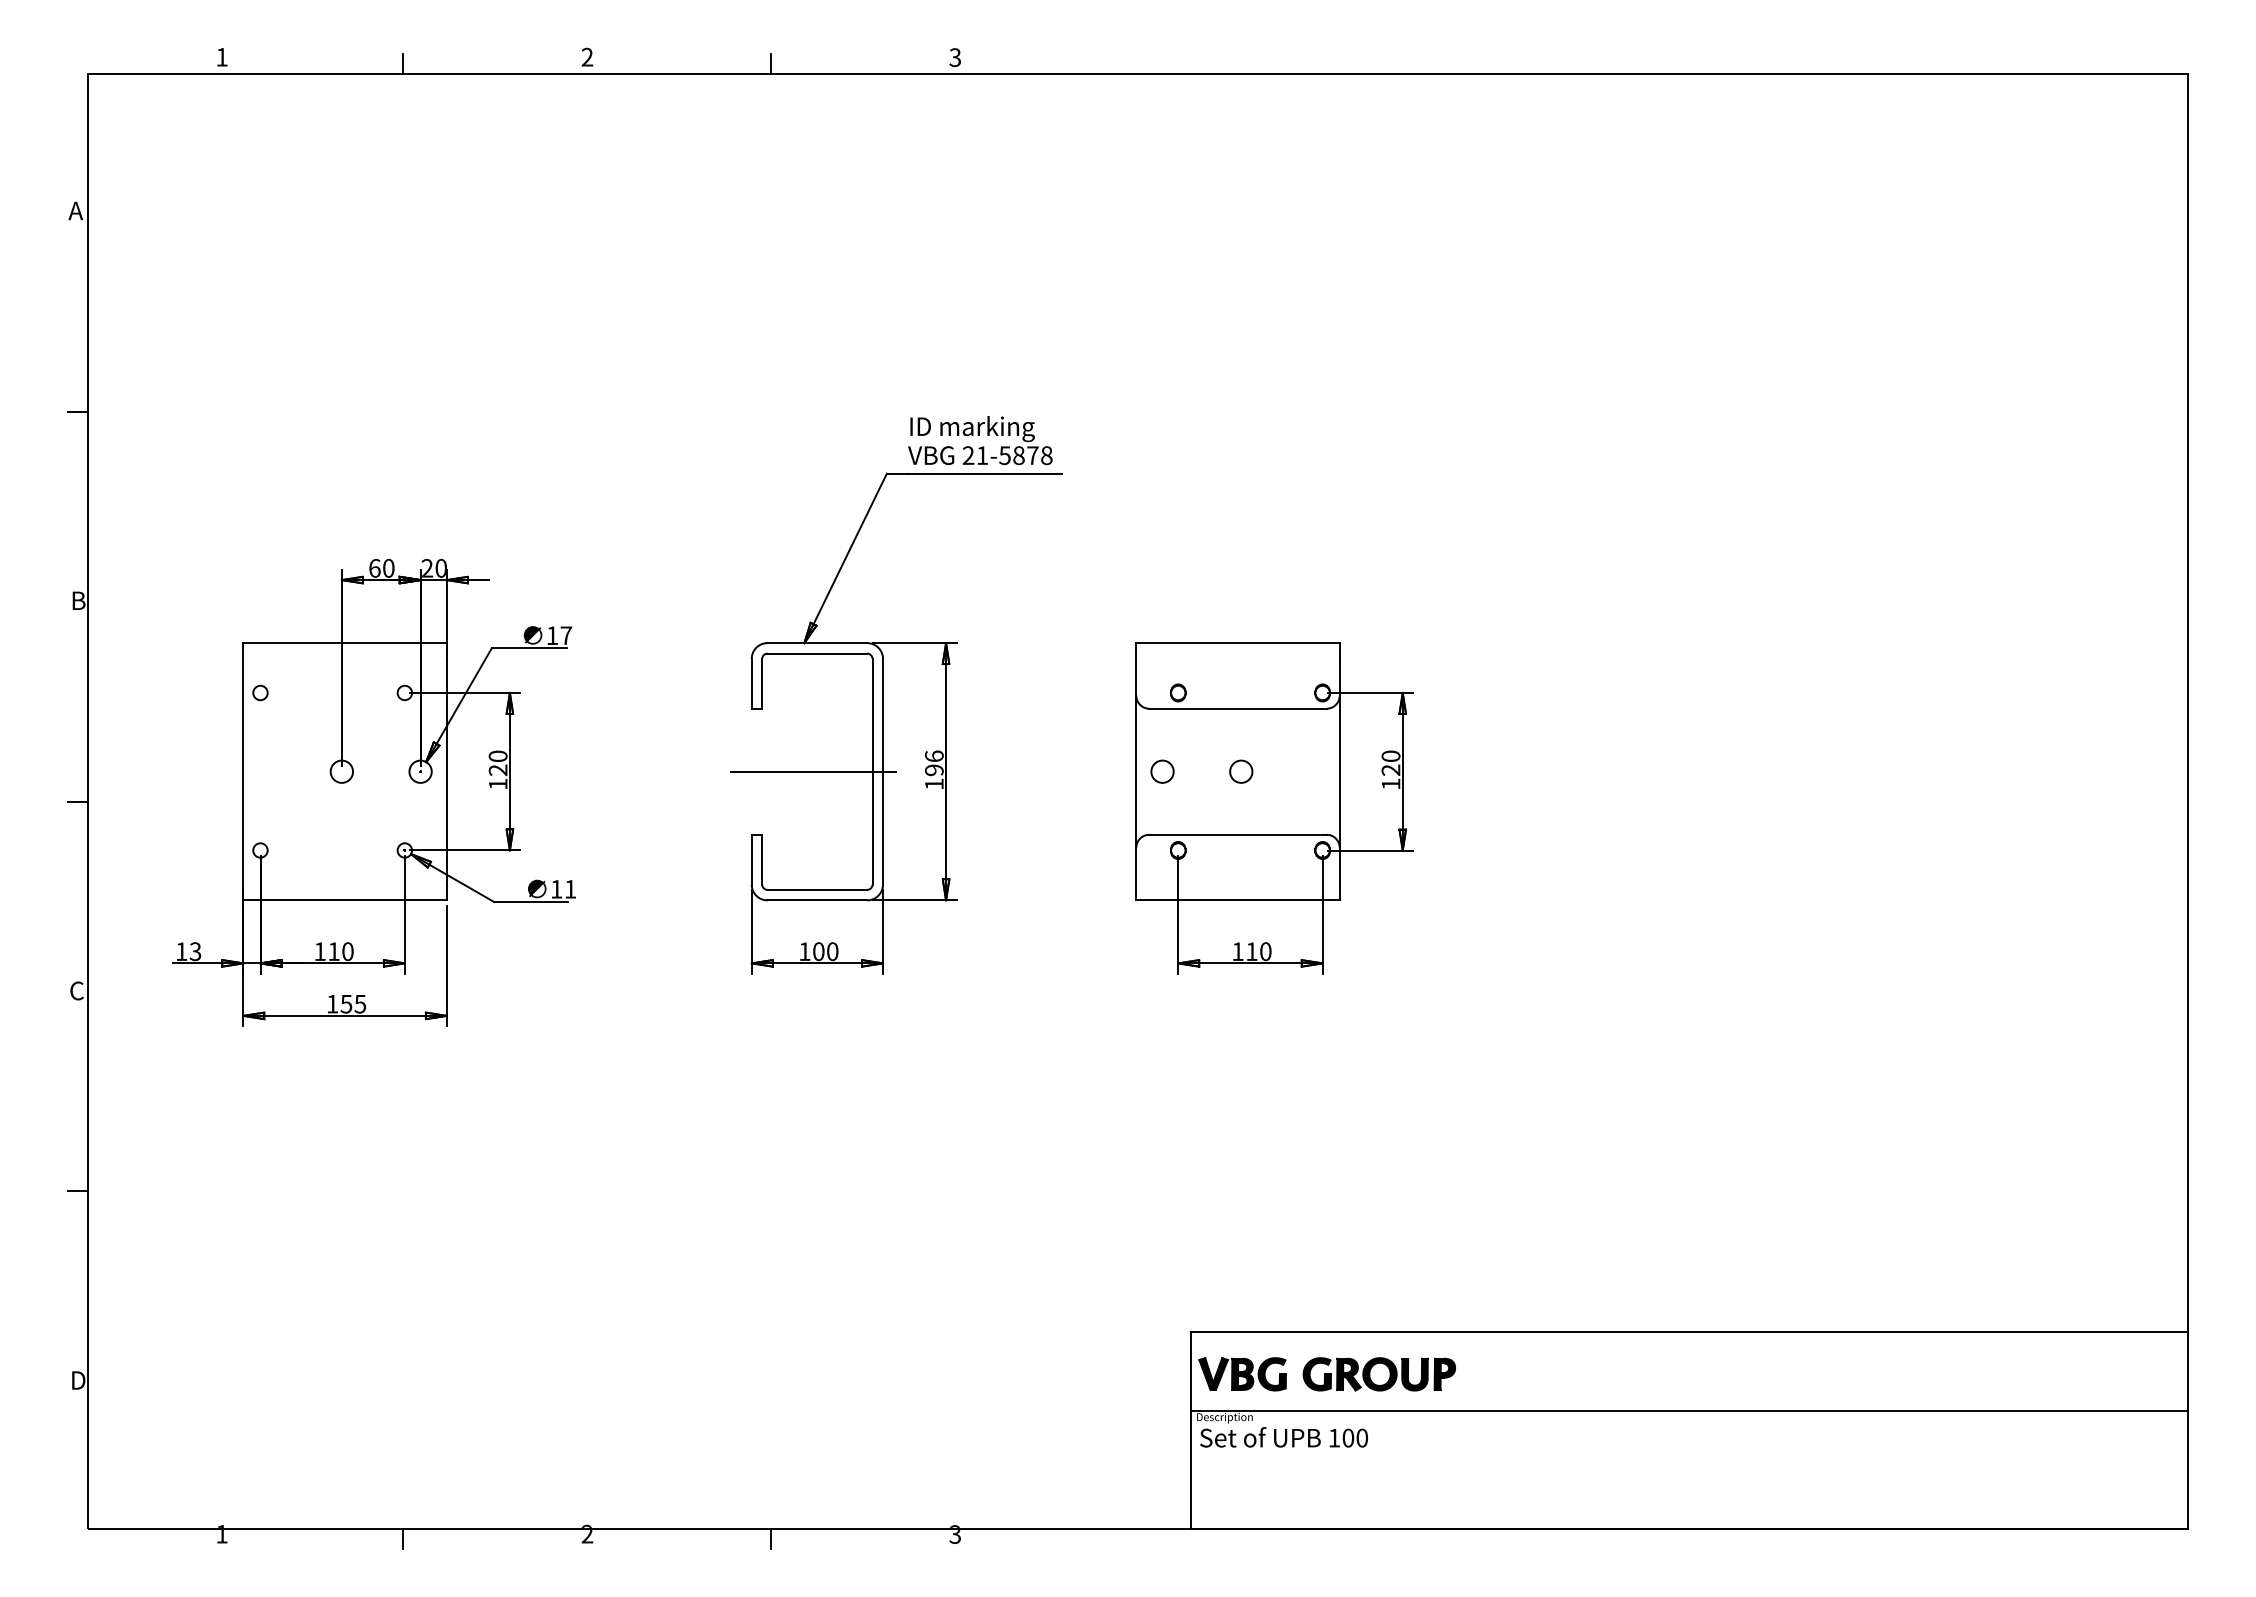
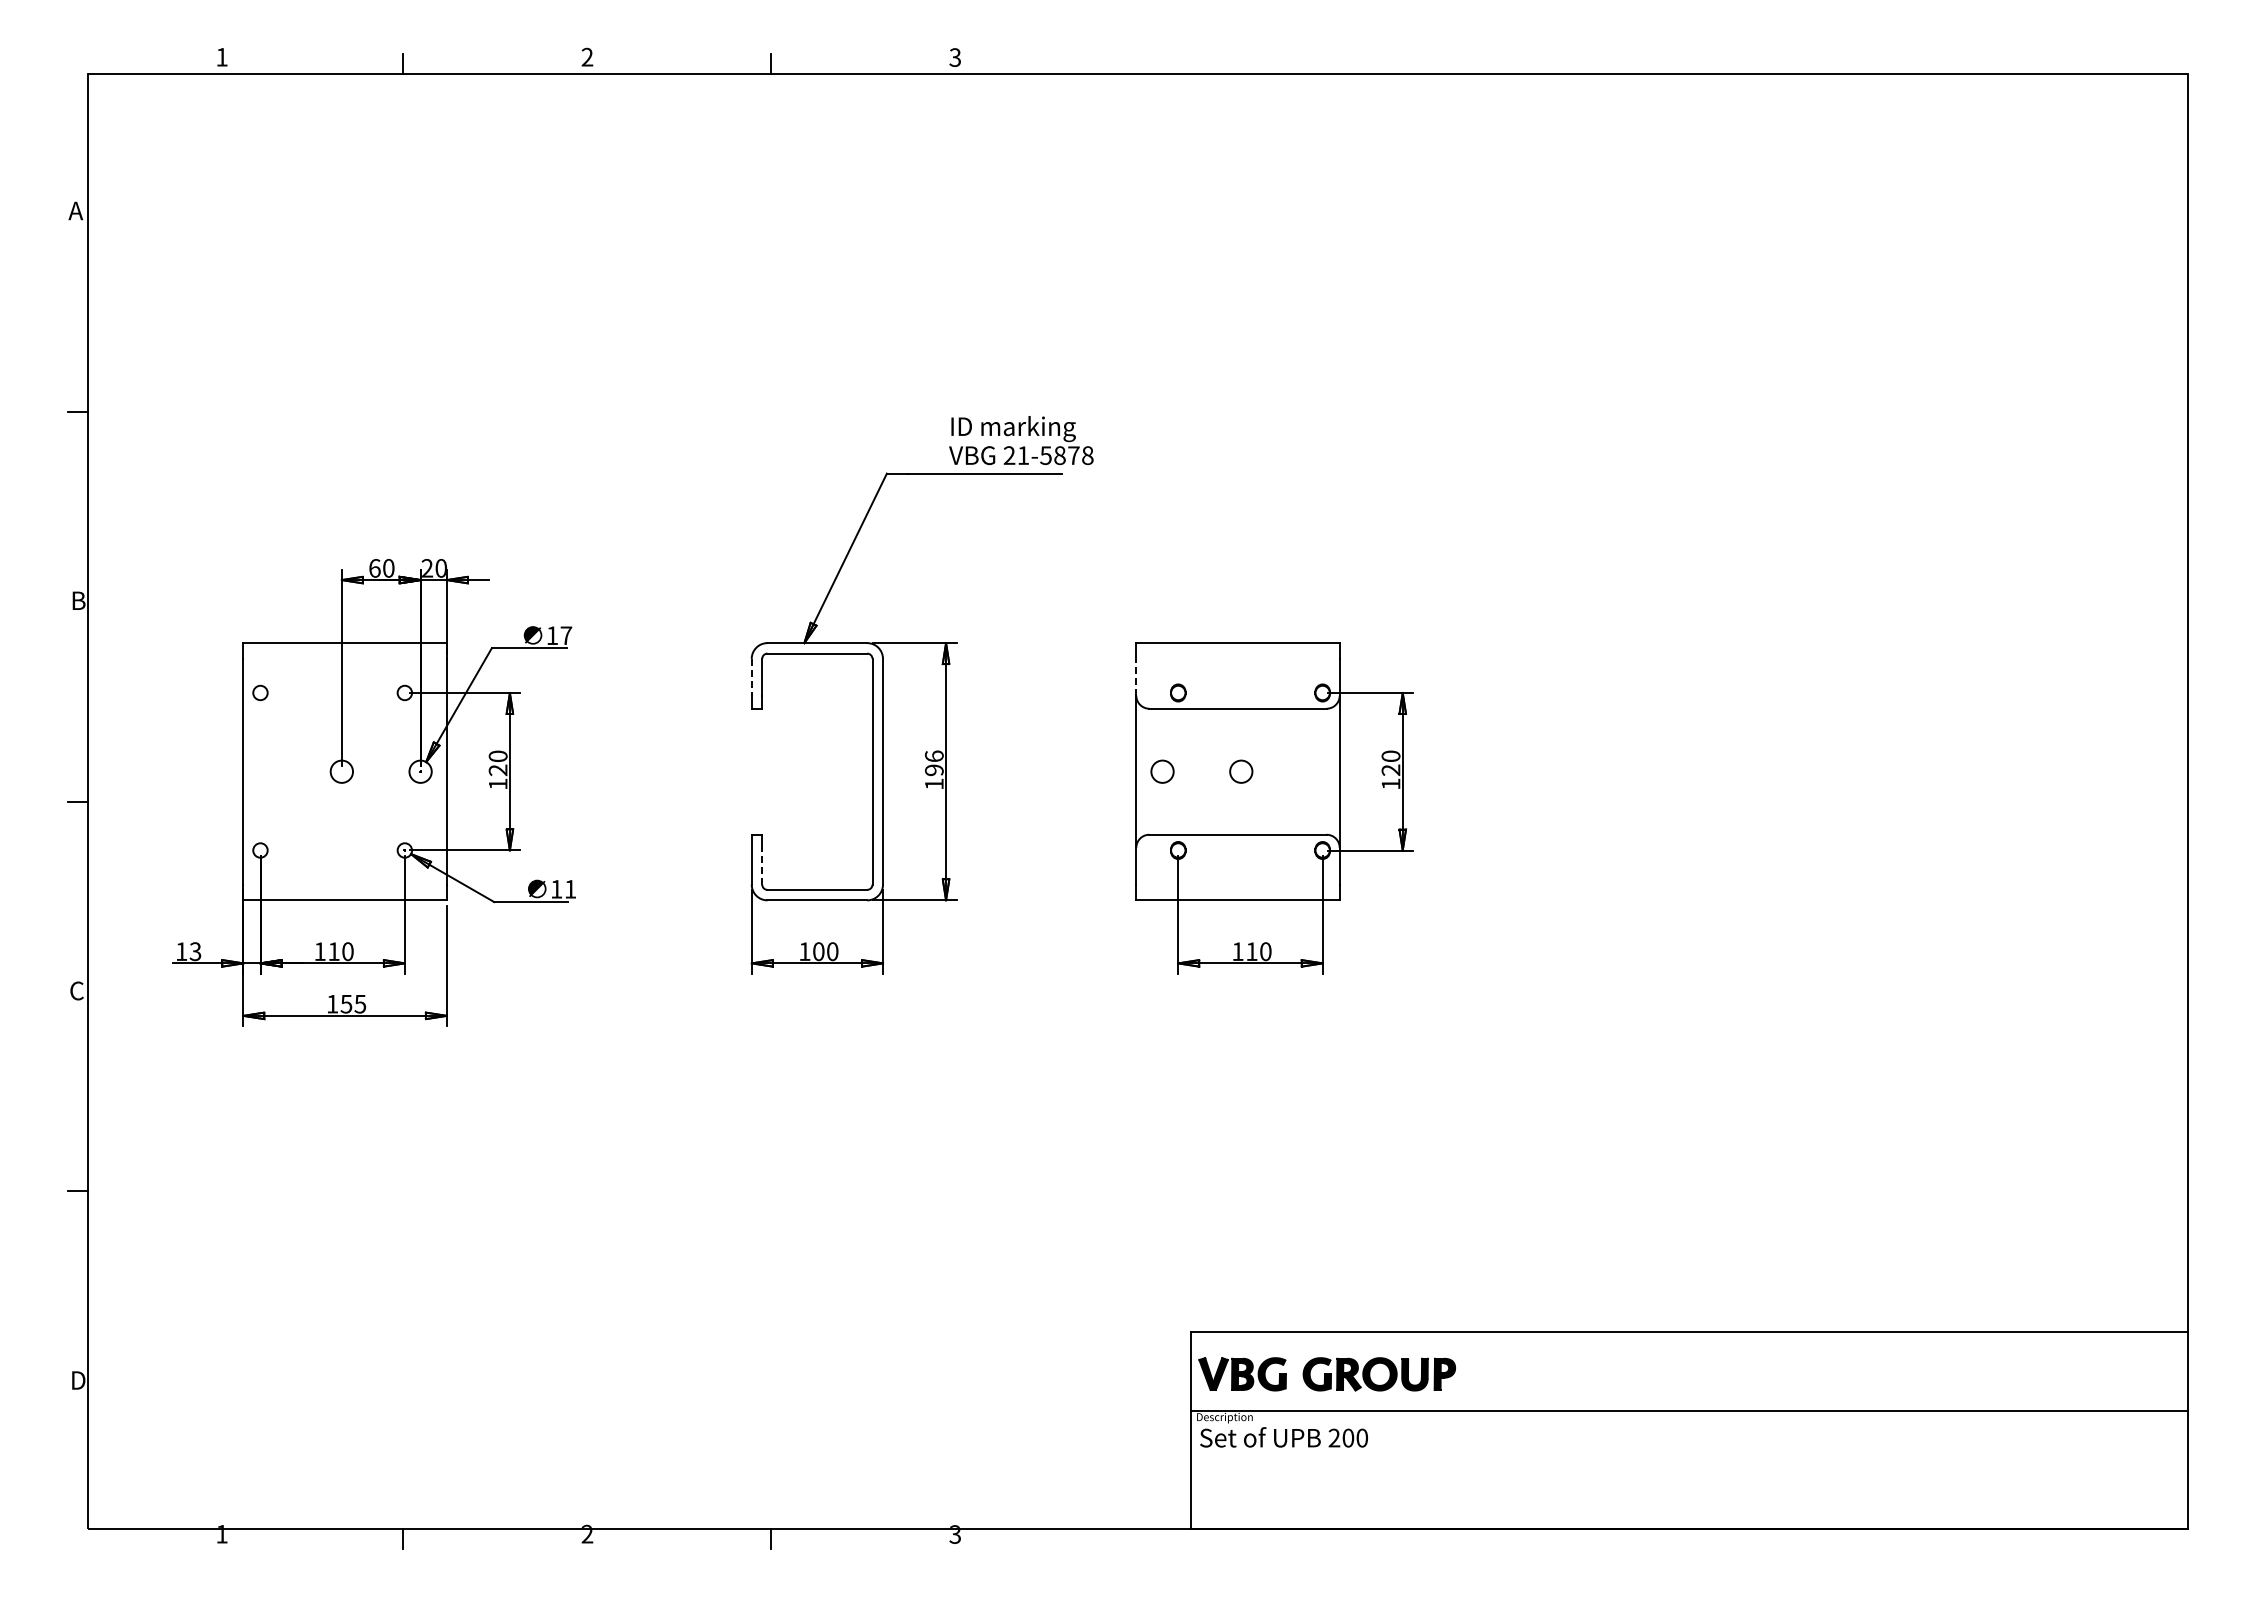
text at (980, 440) position: (980, 440) -> (1021, 440)
line at (1136, 676): solid -> dashed
line at (751, 677): solid -> dashed
line at (813, 771): present -> none
line at (762, 865): solid -> dashed
text at (1334, 1437): 100 -> 200
